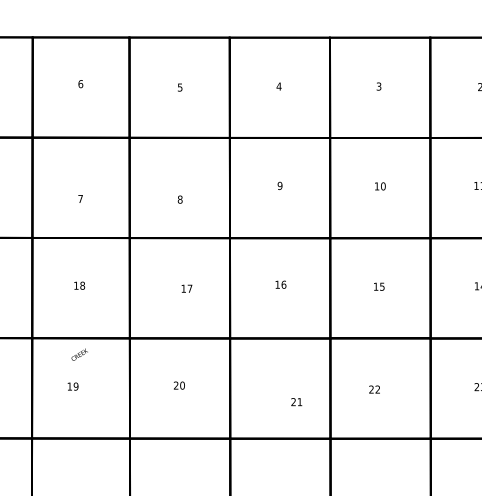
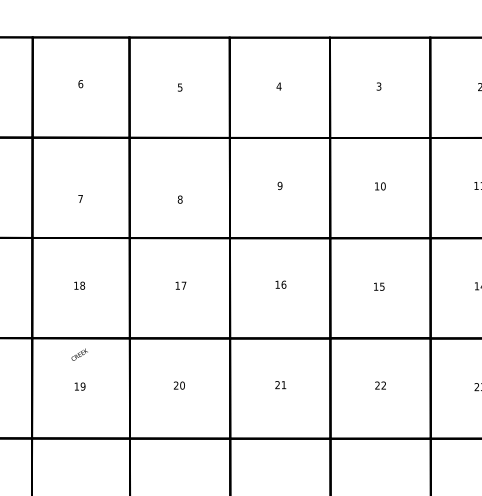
text at (186, 288) position: (186, 288) -> (180, 285)
text at (72, 386) position: (72, 386) -> (79, 386)
text at (374, 389) position: (374, 389) -> (380, 385)
text at (296, 402) position: (296, 402) -> (280, 385)
